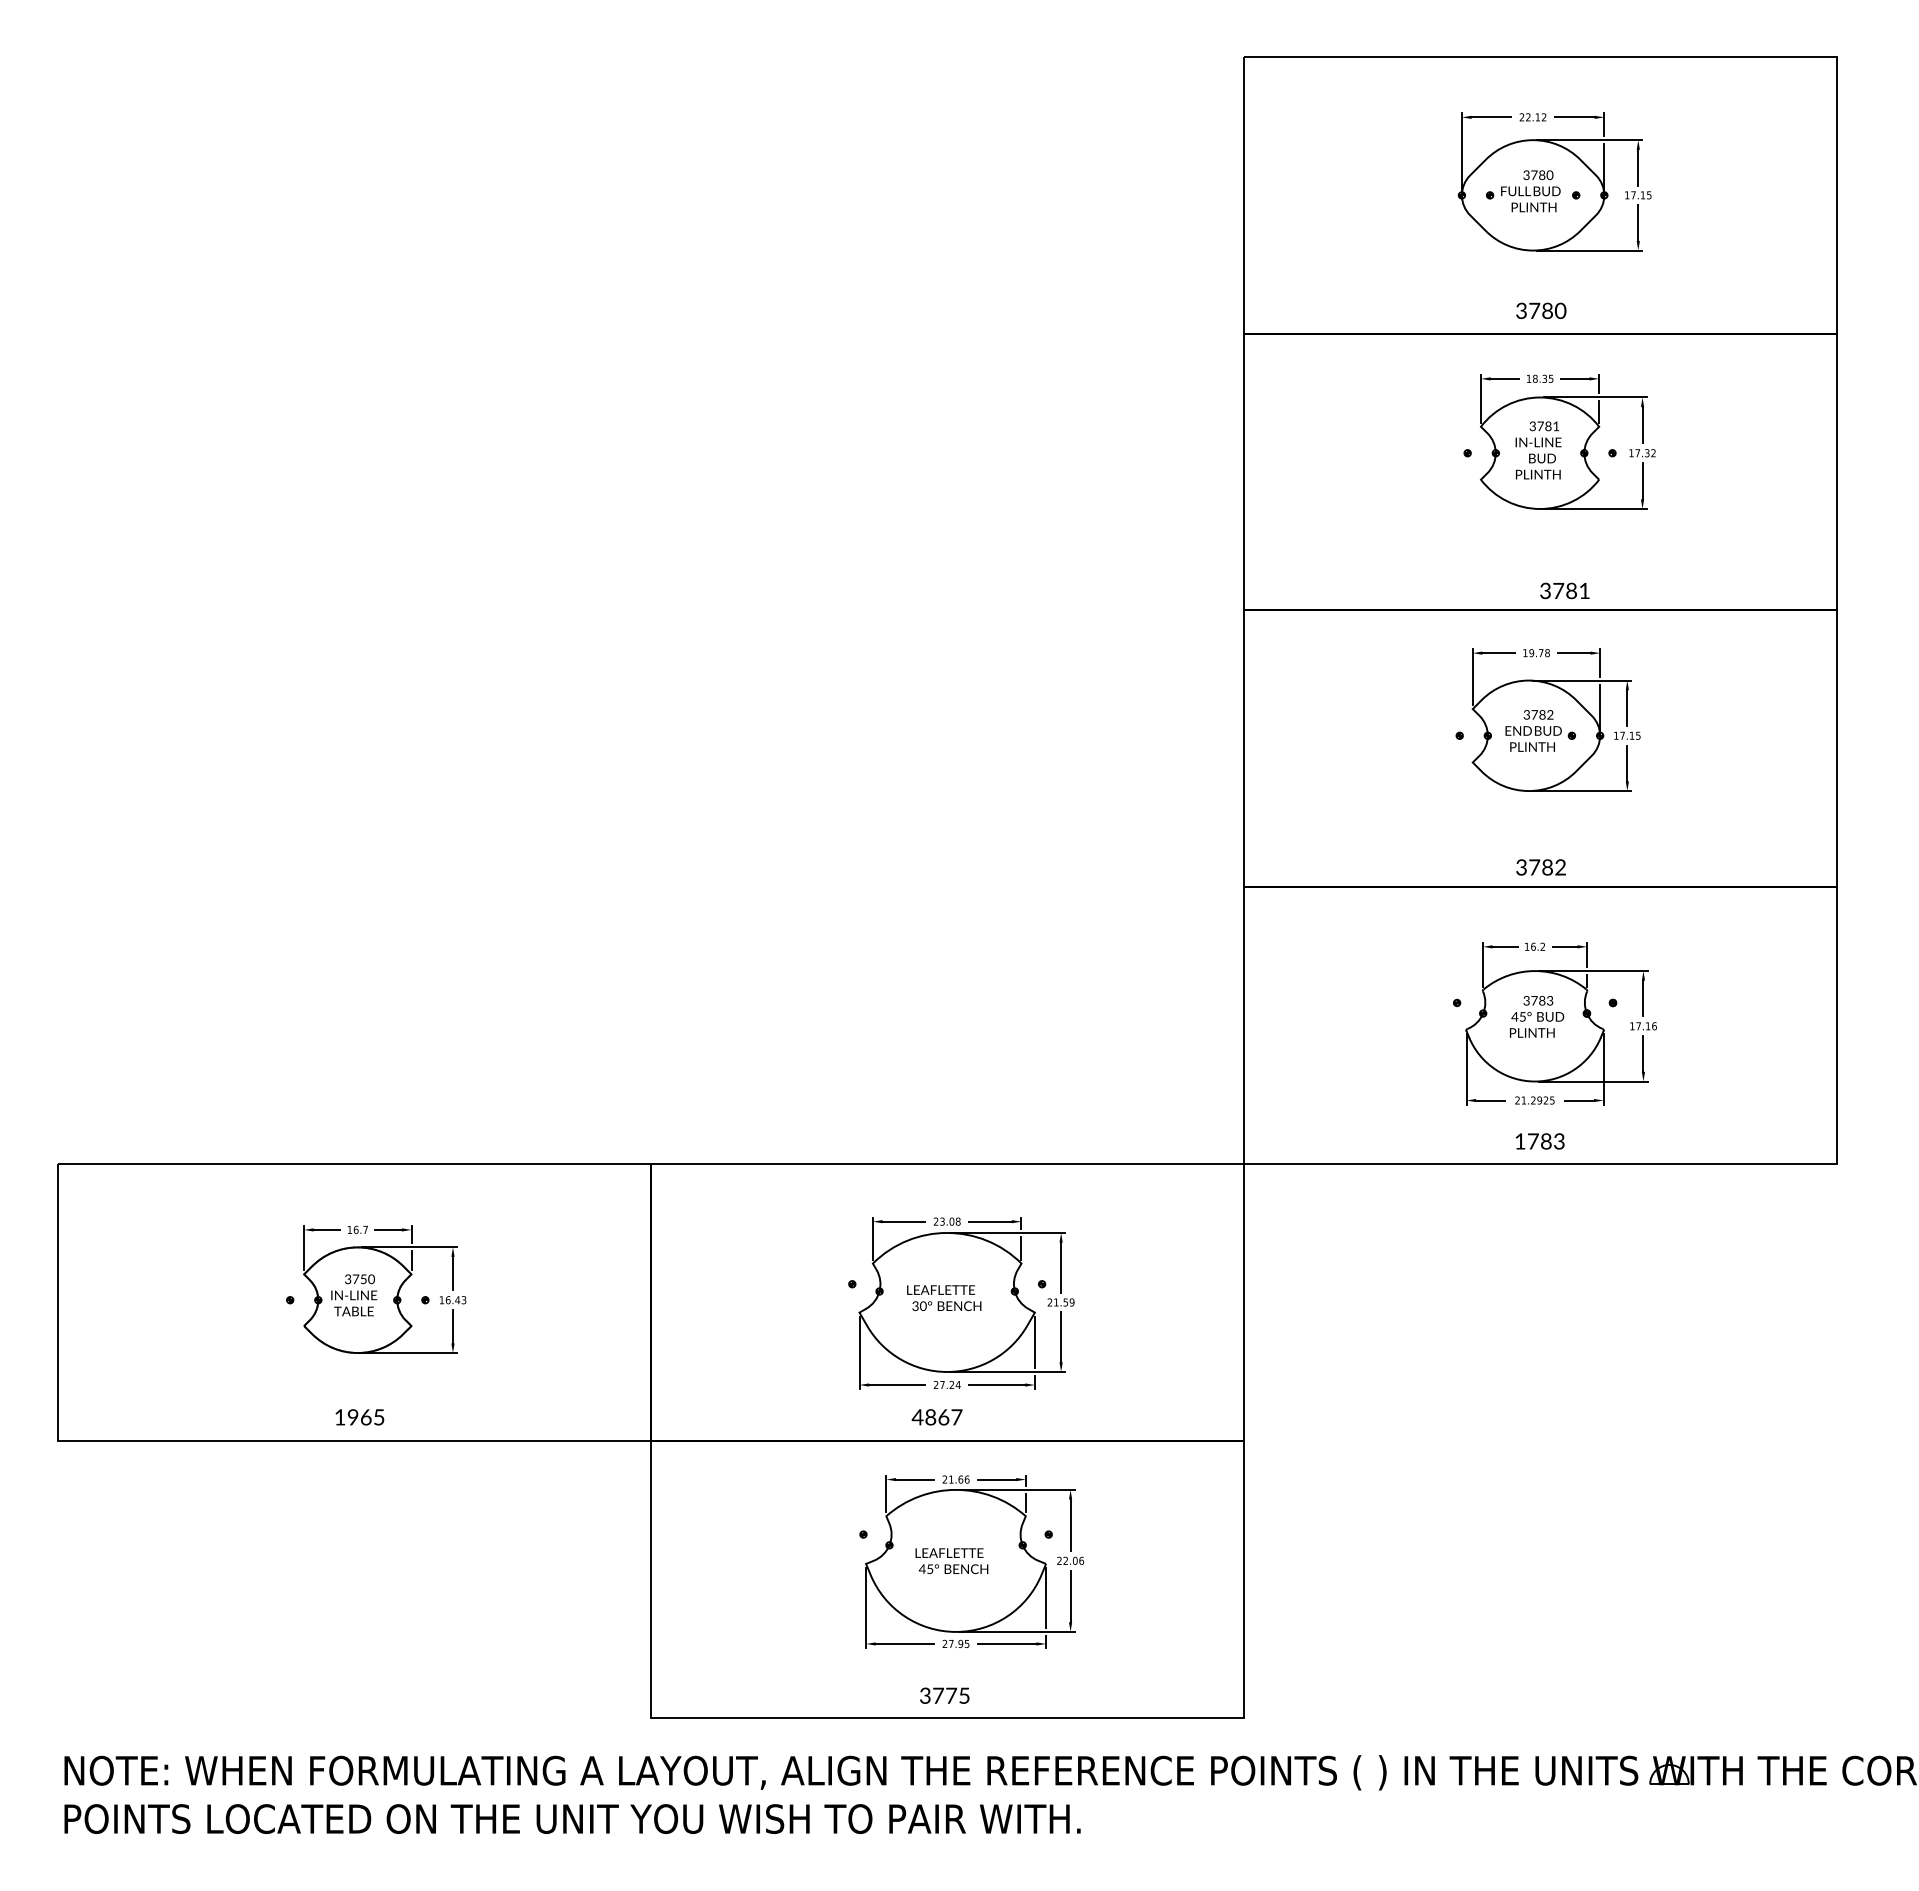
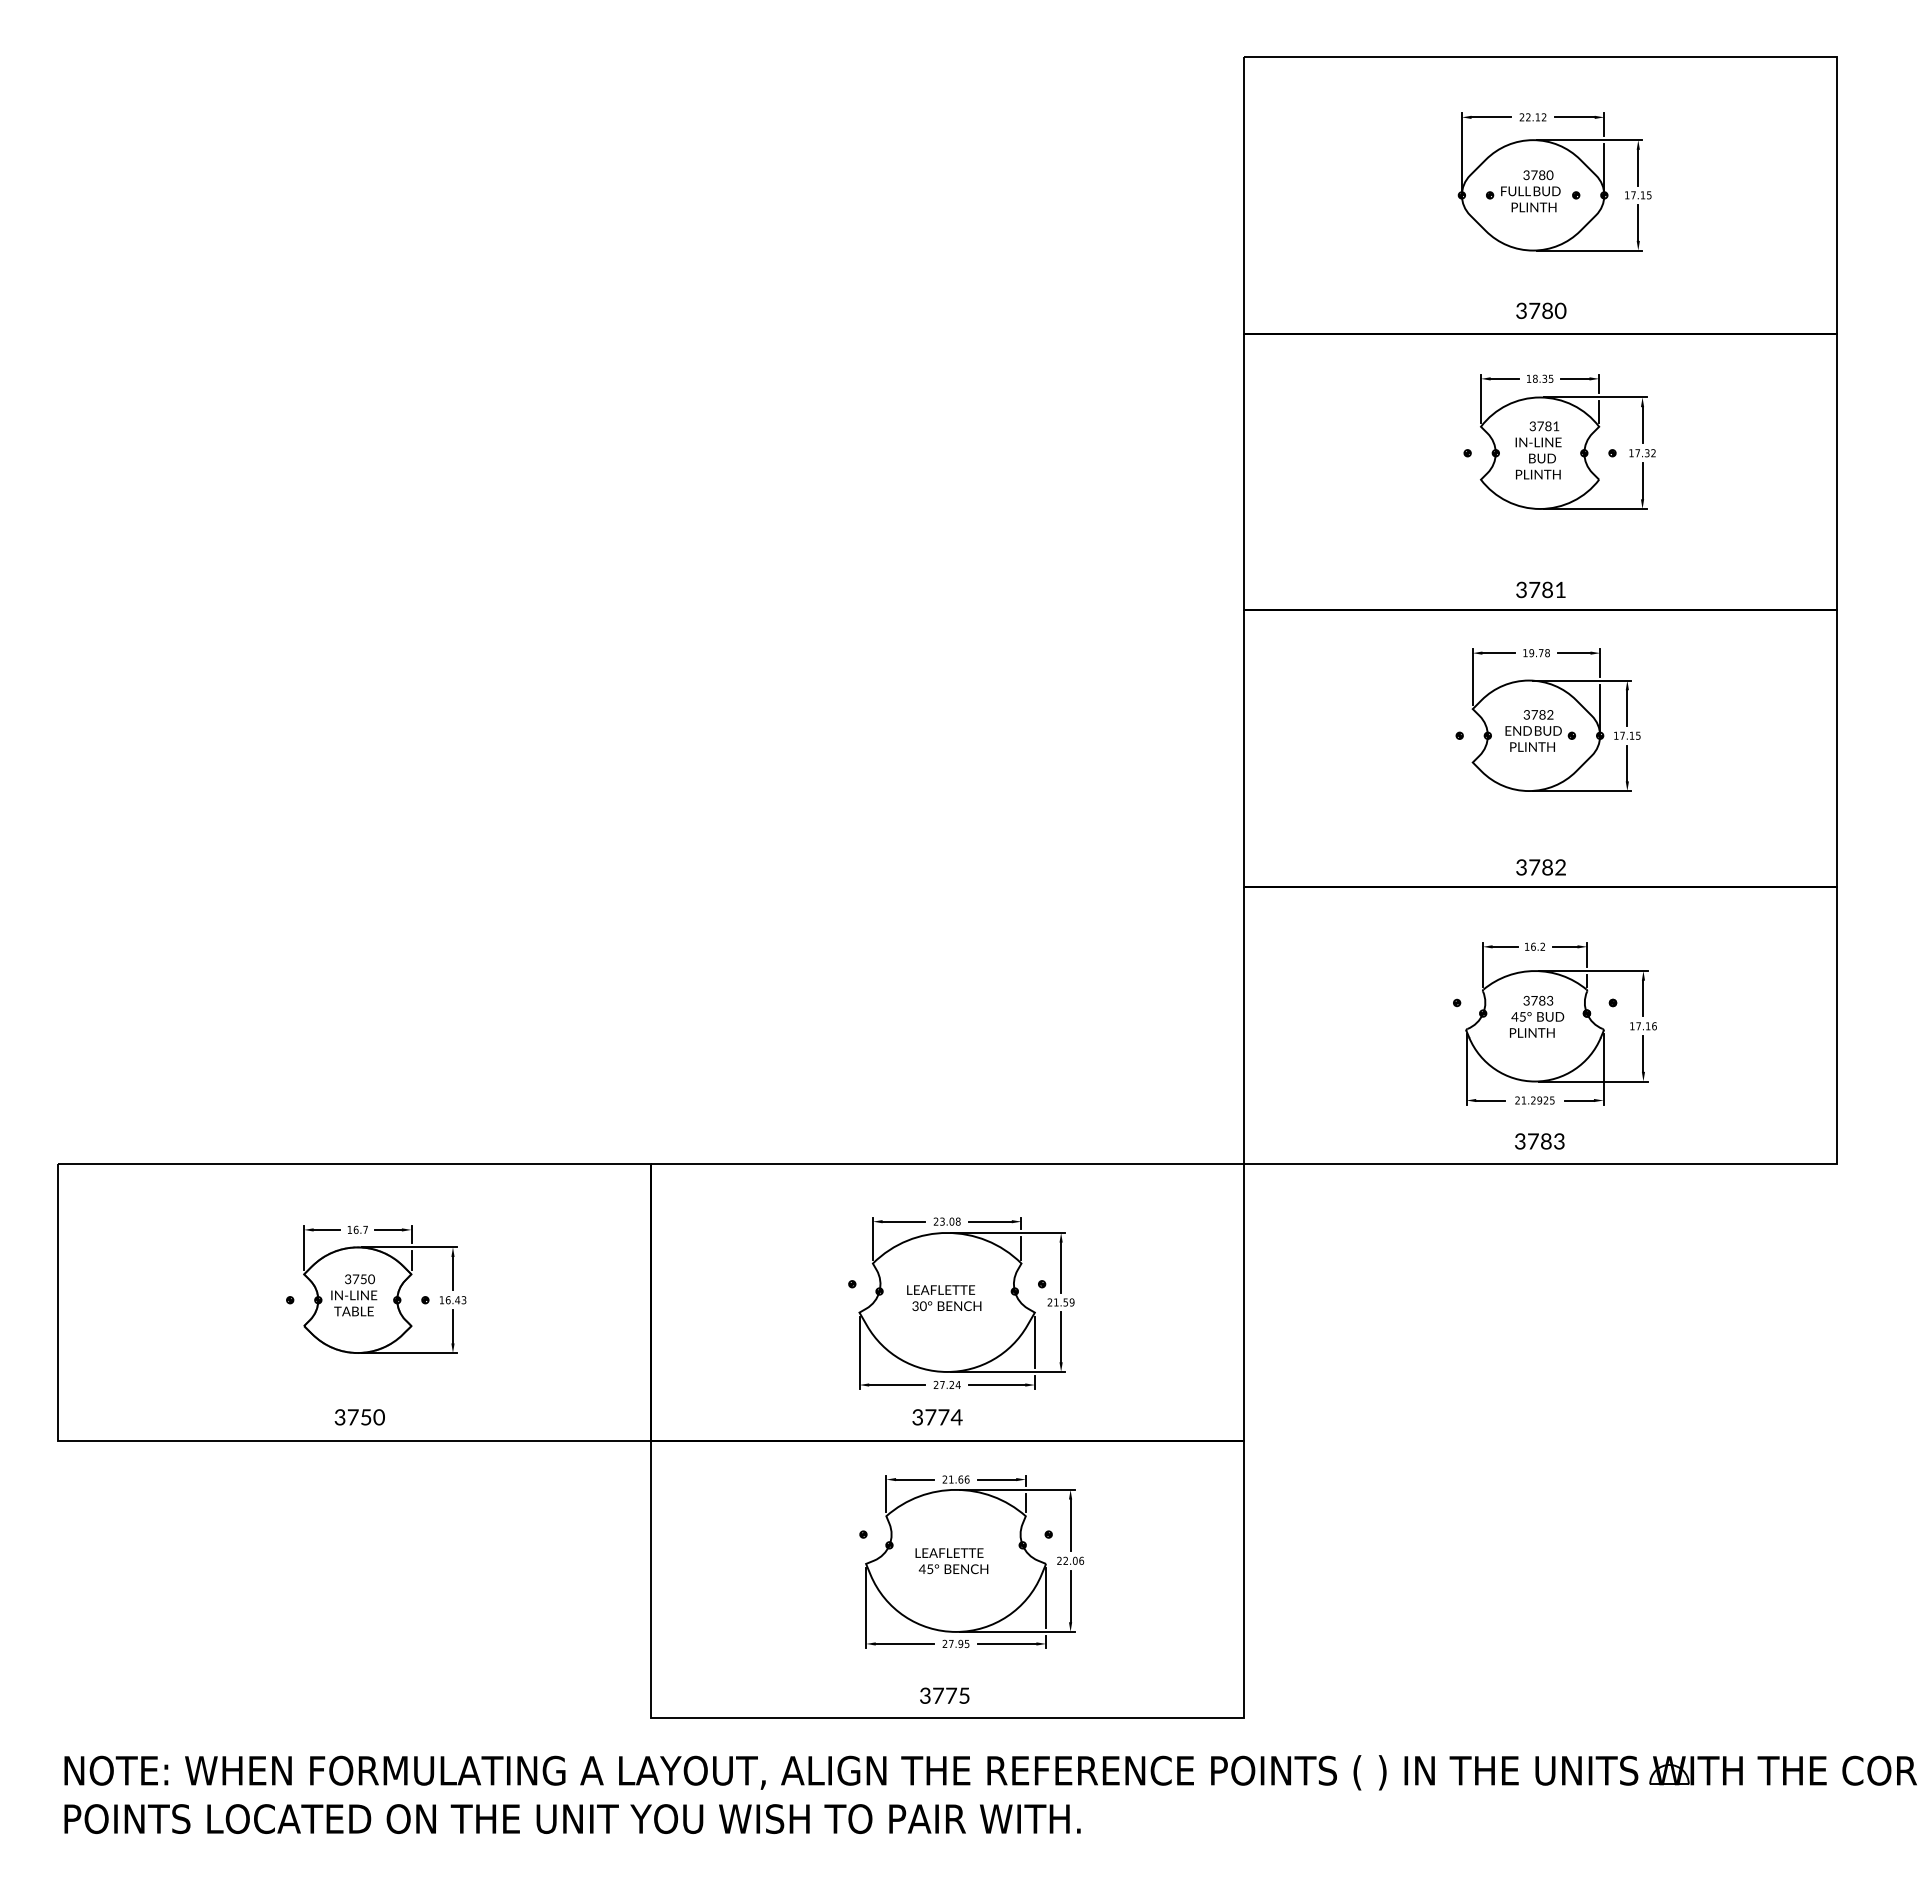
text at (1564, 590) position: (1564, 590) -> (1540, 589)
text at (1520, 1141): 1783 -> 3783
text at (359, 1417): 1965 -> 3750
text at (936, 1417): 4867 -> 3774
